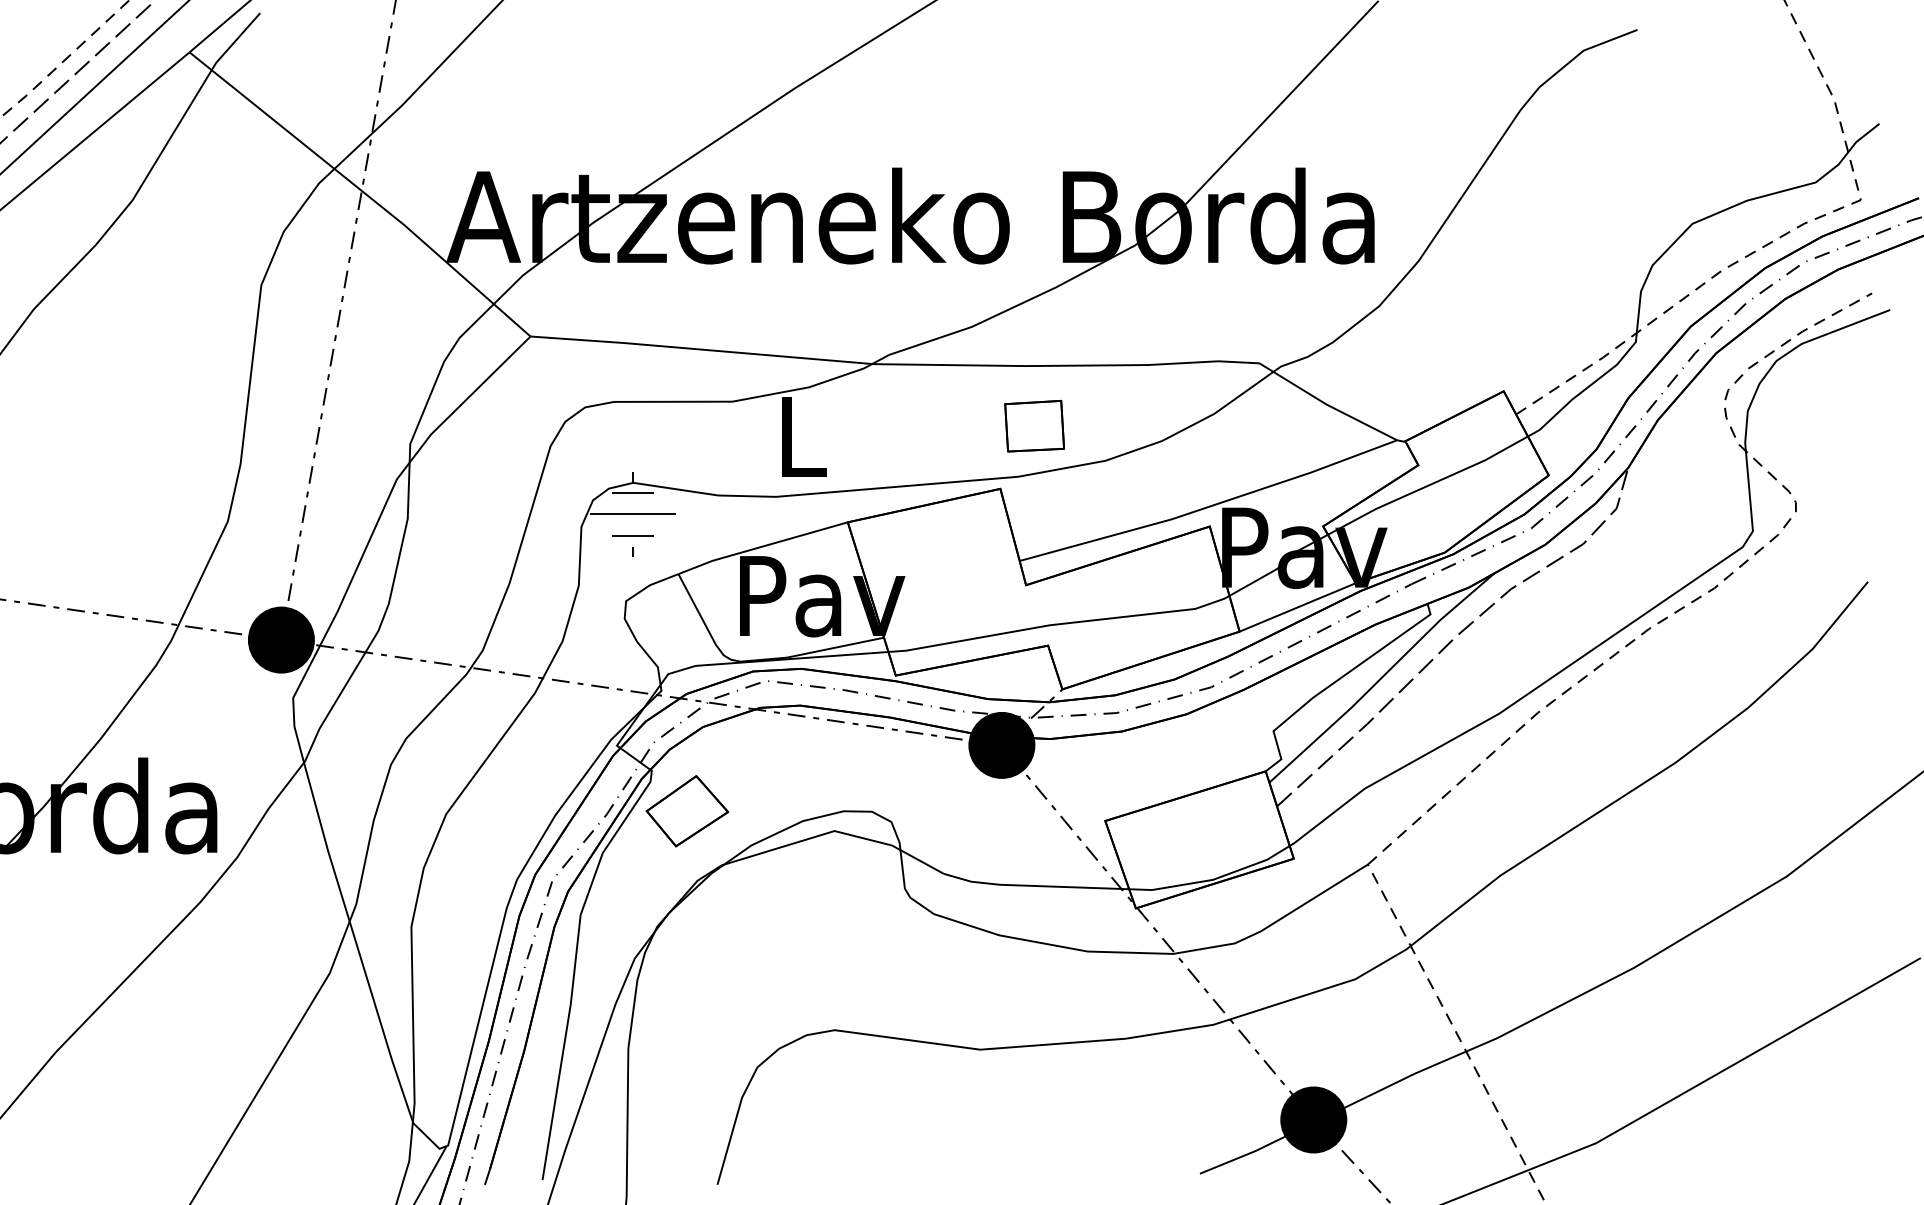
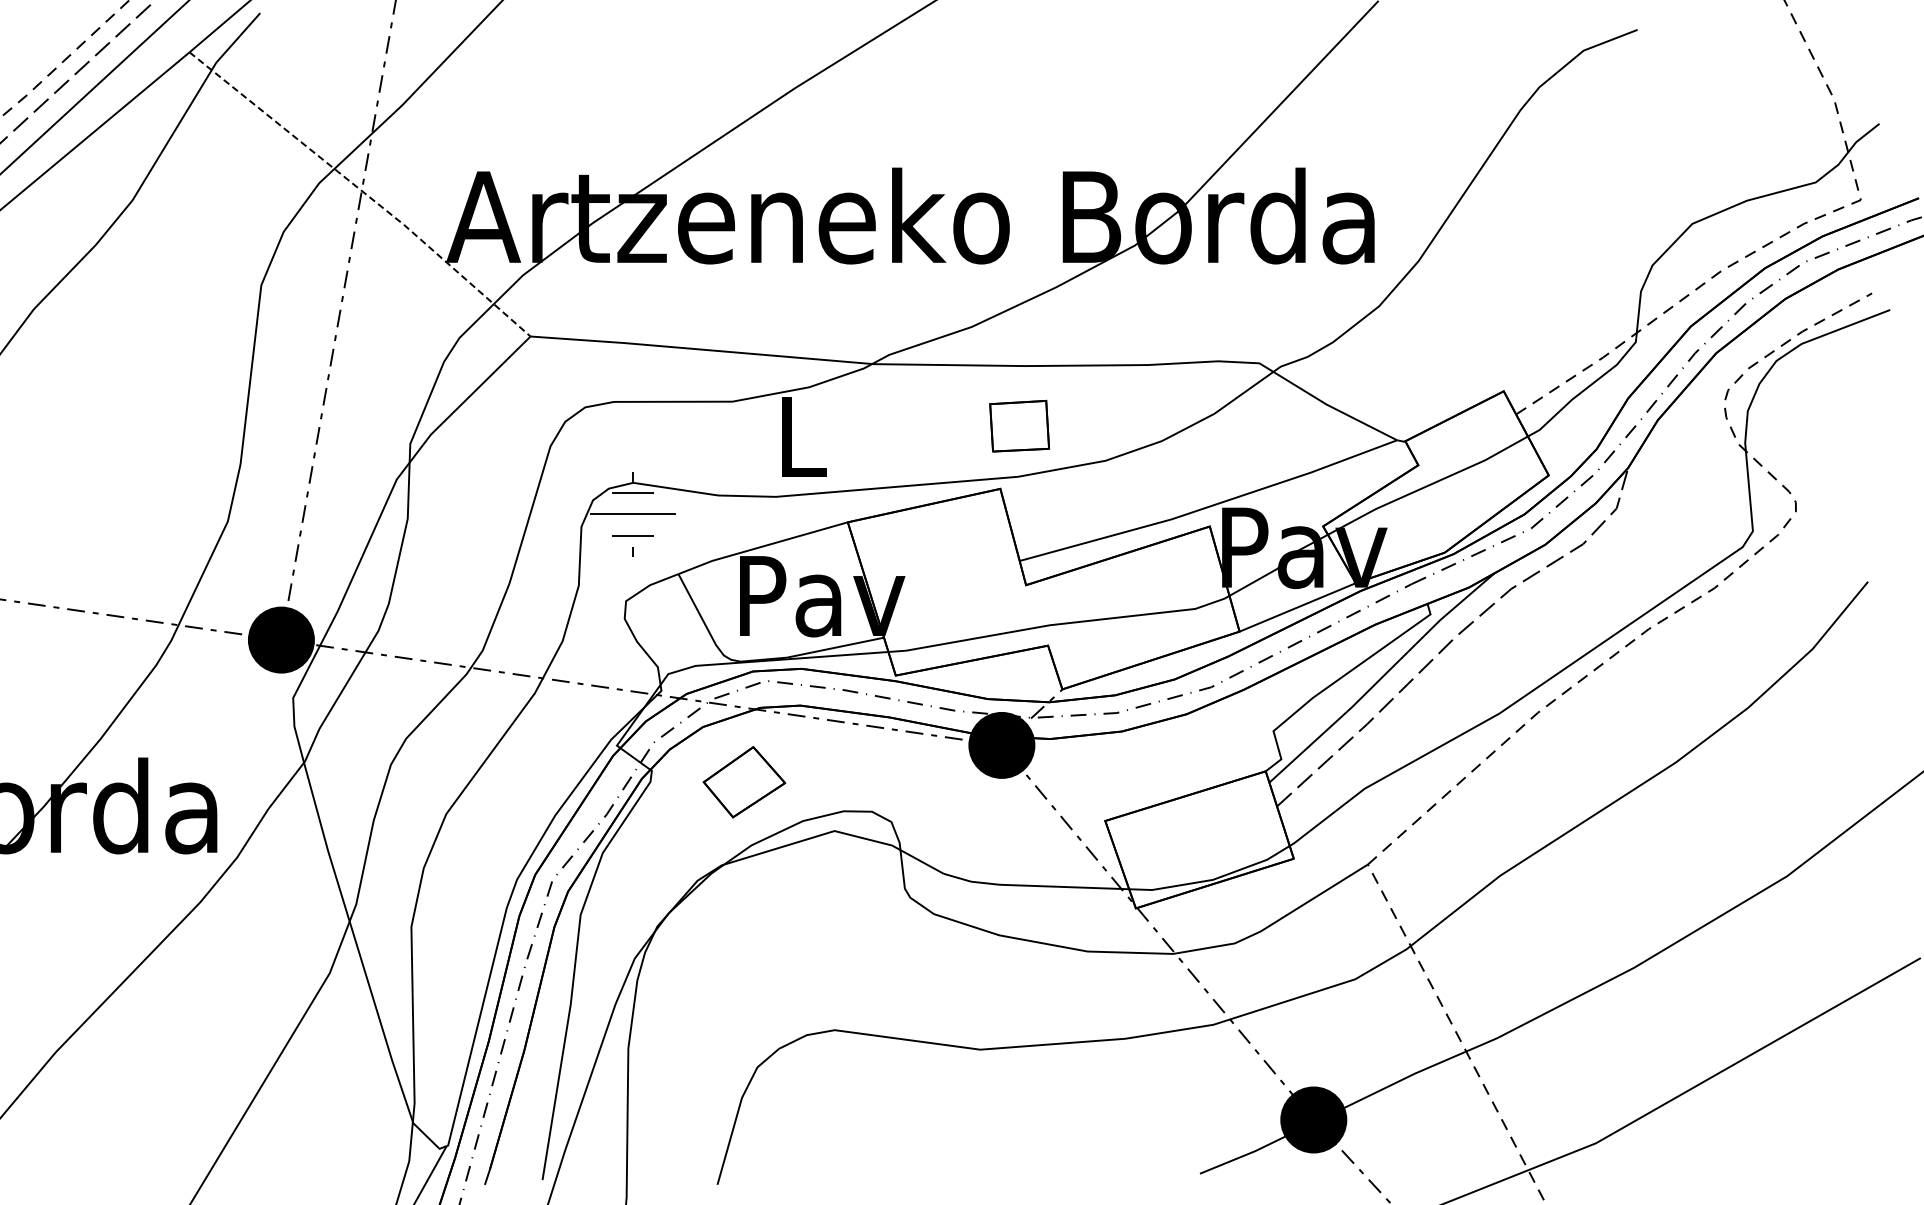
line at (363, 191): solid -> dashed
part at (1034, 425) position: (1034, 425) -> (1019, 425)
part at (687, 811) position: (687, 811) -> (744, 782)
